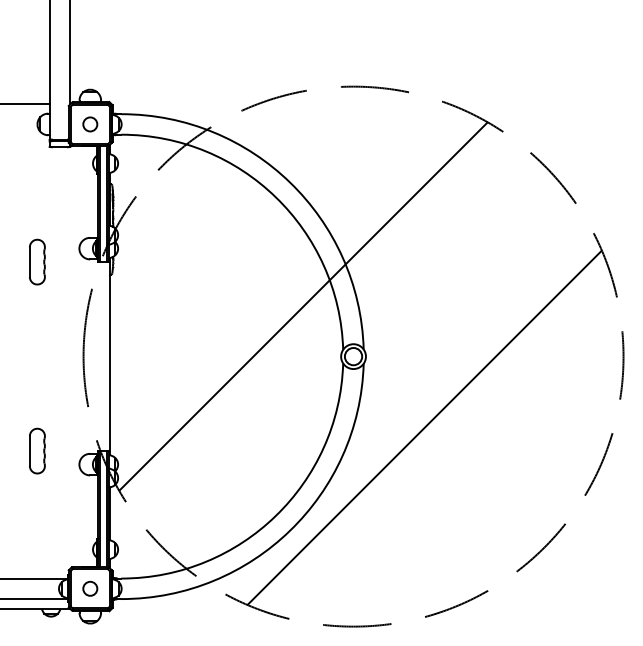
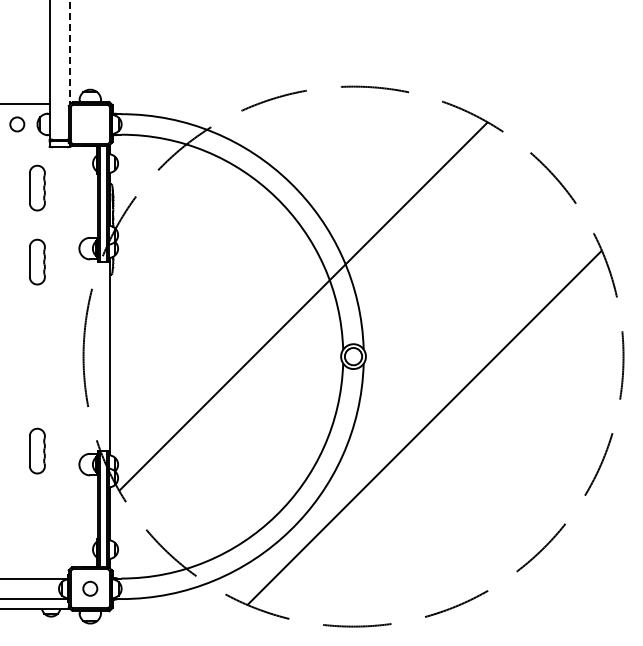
line at (70, 52): solid -> dashed
circle at (90, 124) position: (90, 124) -> (17, 124)
part at (37, 187): none -> present
